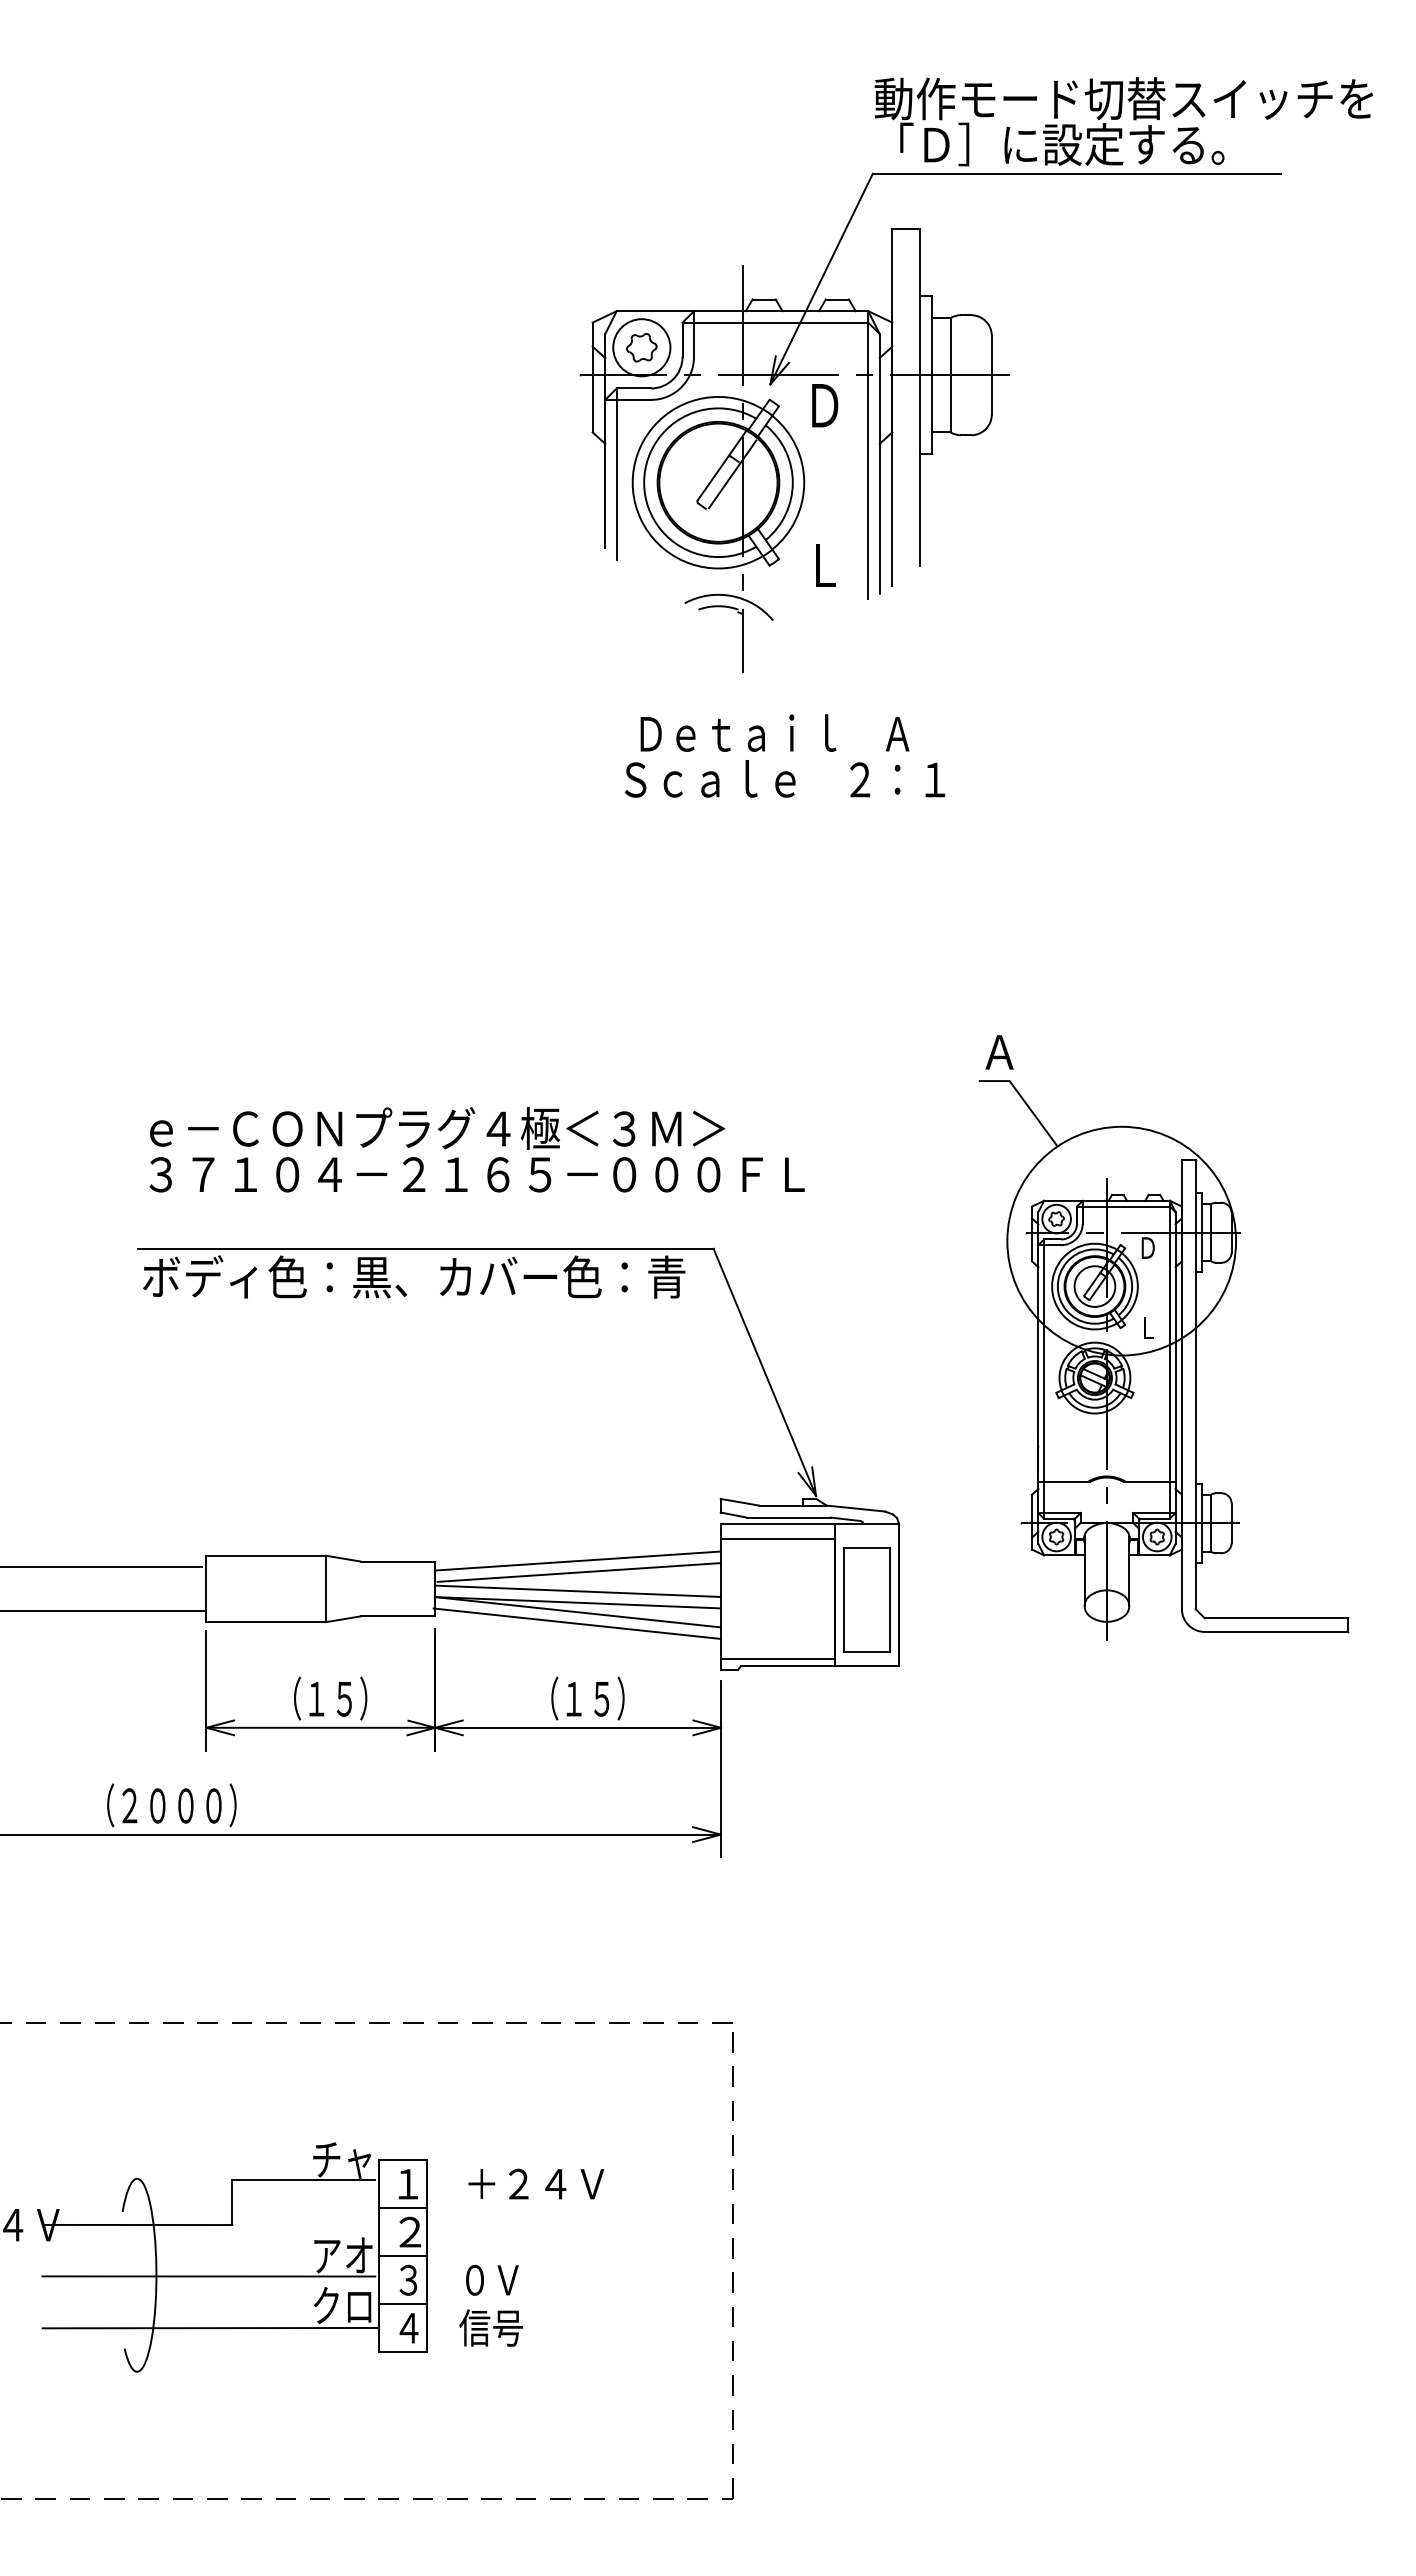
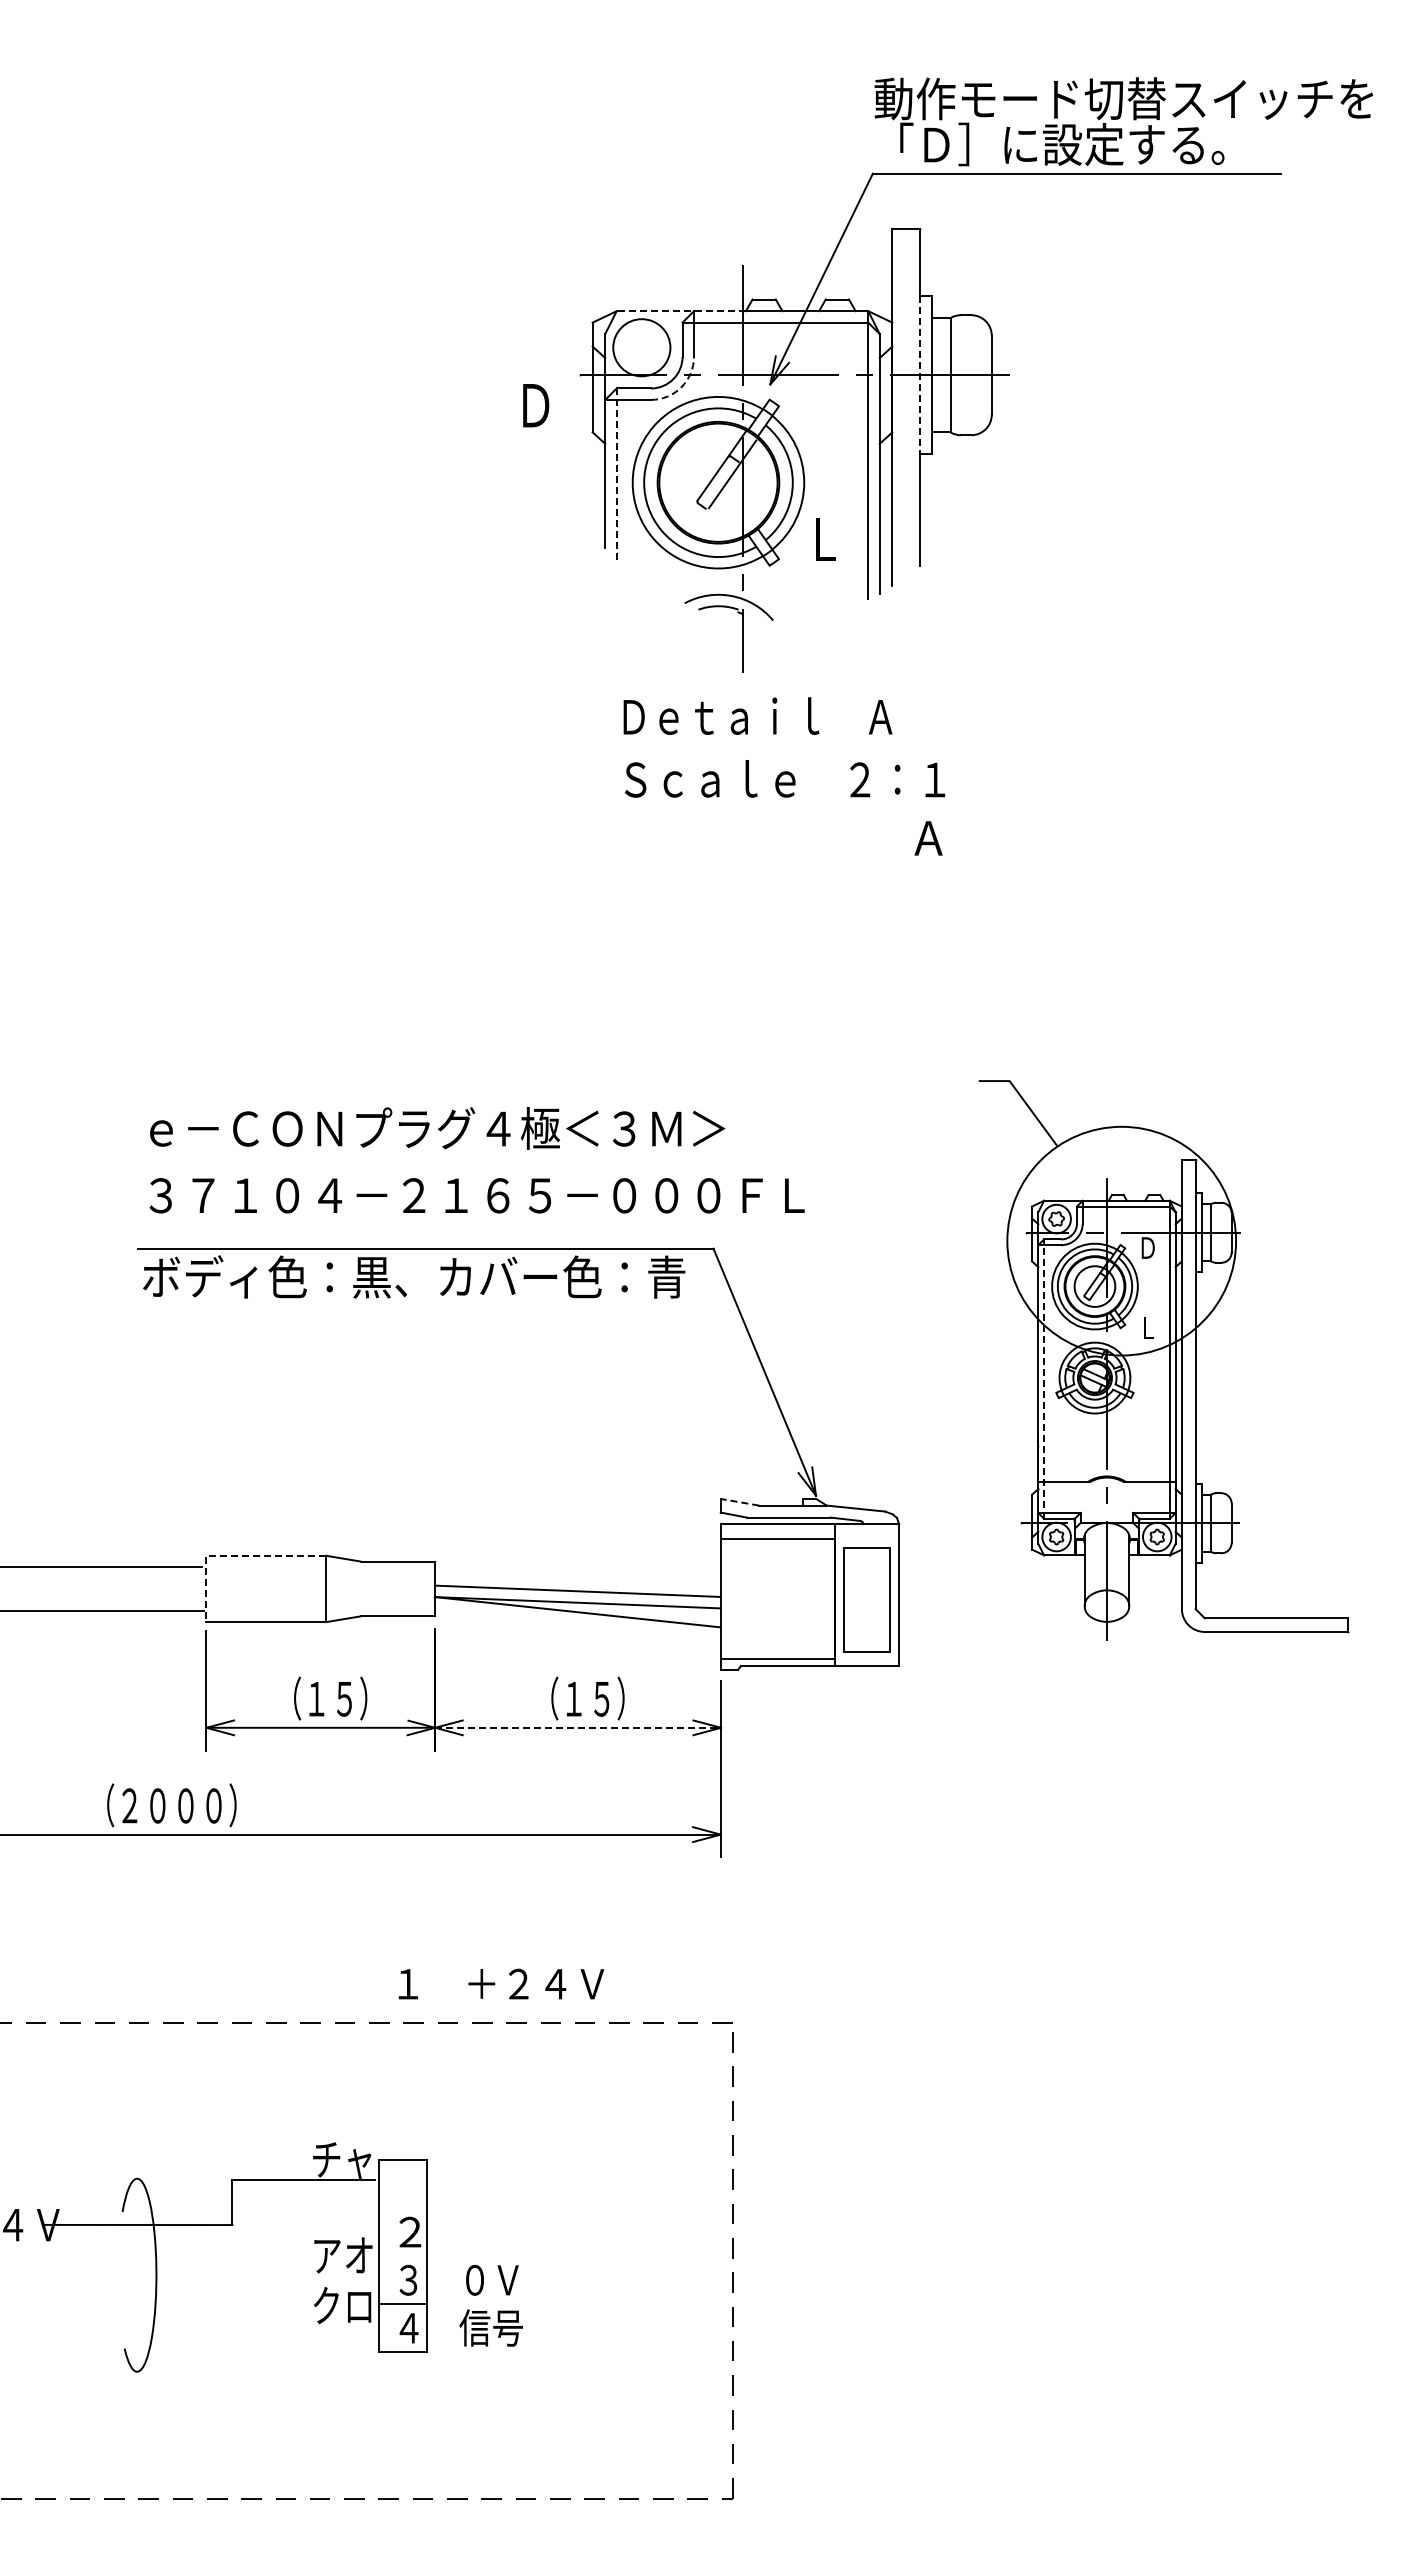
line at (681, 311): solid -> dashed
part at (641, 347): present -> none
line at (919, 375): solid -> dashed
arc at (681, 387): solid -> dashed
text at (825, 405) position: (825, 405) -> (536, 405)
line at (616, 474): solid -> dashed
text at (825, 565) position: (825, 565) -> (825, 539)
text at (774, 732) position: (774, 732) -> (757, 715)
text at (999, 1052) position: (999, 1052) -> (928, 838)
text at (476, 1174) position: (476, 1174) -> (476, 1195)
line at (1044, 1379): solid -> dashed
line at (739, 1502): solid -> dashed
line at (231, 1555): solid -> dashed
line at (578, 1560): present -> none
line at (578, 1572): present -> none
line at (576, 1623): present -> none
line at (578, 1727): solid -> dashed
text at (501, 2183) position: (501, 2183) -> (501, 1983)
line at (403, 2208): present -> none
line at (403, 2256): present -> none
line at (208, 2276): present -> none
line at (209, 2327): present -> none
